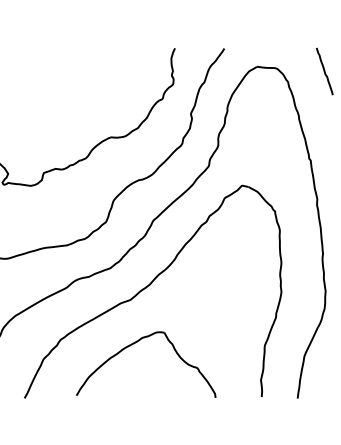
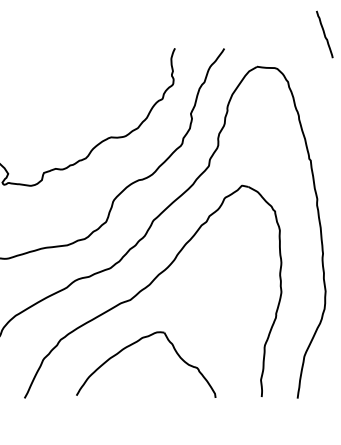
line at (324, 71) position: (324, 71) -> (324, 34)
